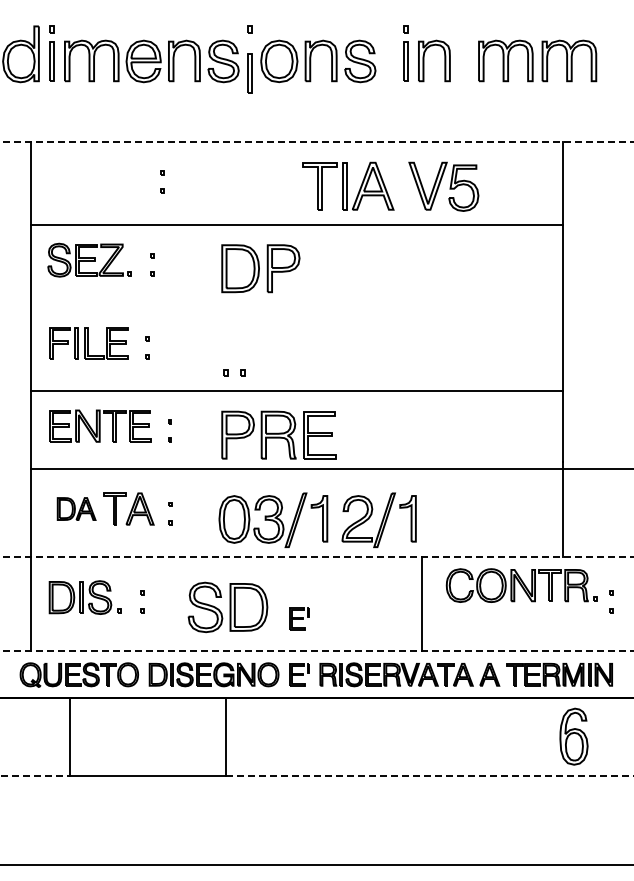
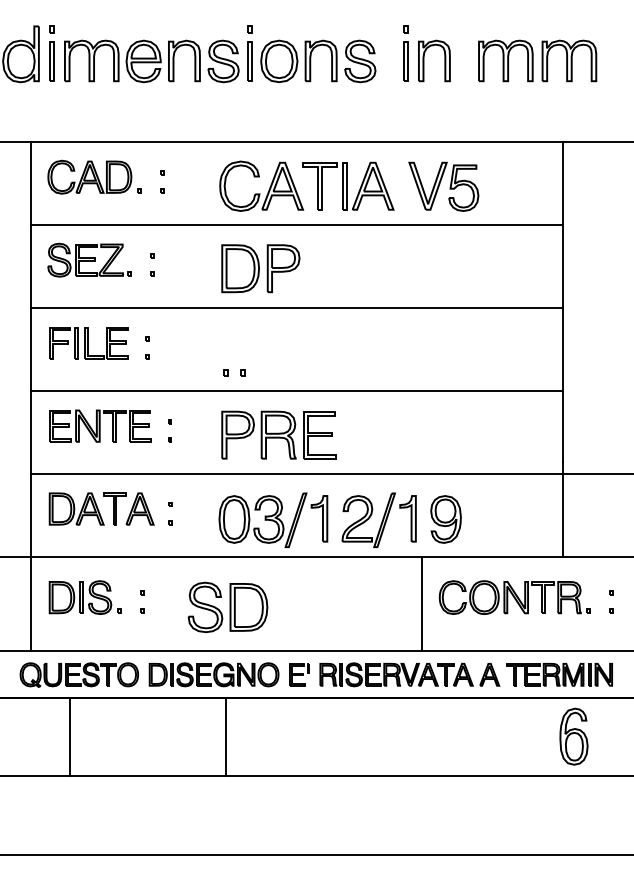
part at (249, 73) position: (249, 73) -> (249, 61)
line at (317, 142): dashed -> solid
part at (94, 176): none -> present
part at (268, 189): none -> present
line at (296, 308): none -> present
line at (330, 469) position: (330, 469) -> (330, 474)
part at (76, 508) size: 41x24 px -> 57x34 px
part at (445, 519): none -> present
line at (317, 557): dashed -> solid
part at (521, 585) position: (521, 585) -> (514, 597)
part at (299, 618): present -> none
line at (317, 651): dashed -> solid
line at (35, 776): dashed -> solid
line at (430, 776): dashed -> solid
line at (316, 864) position: (316, 864) -> (316, 854)
